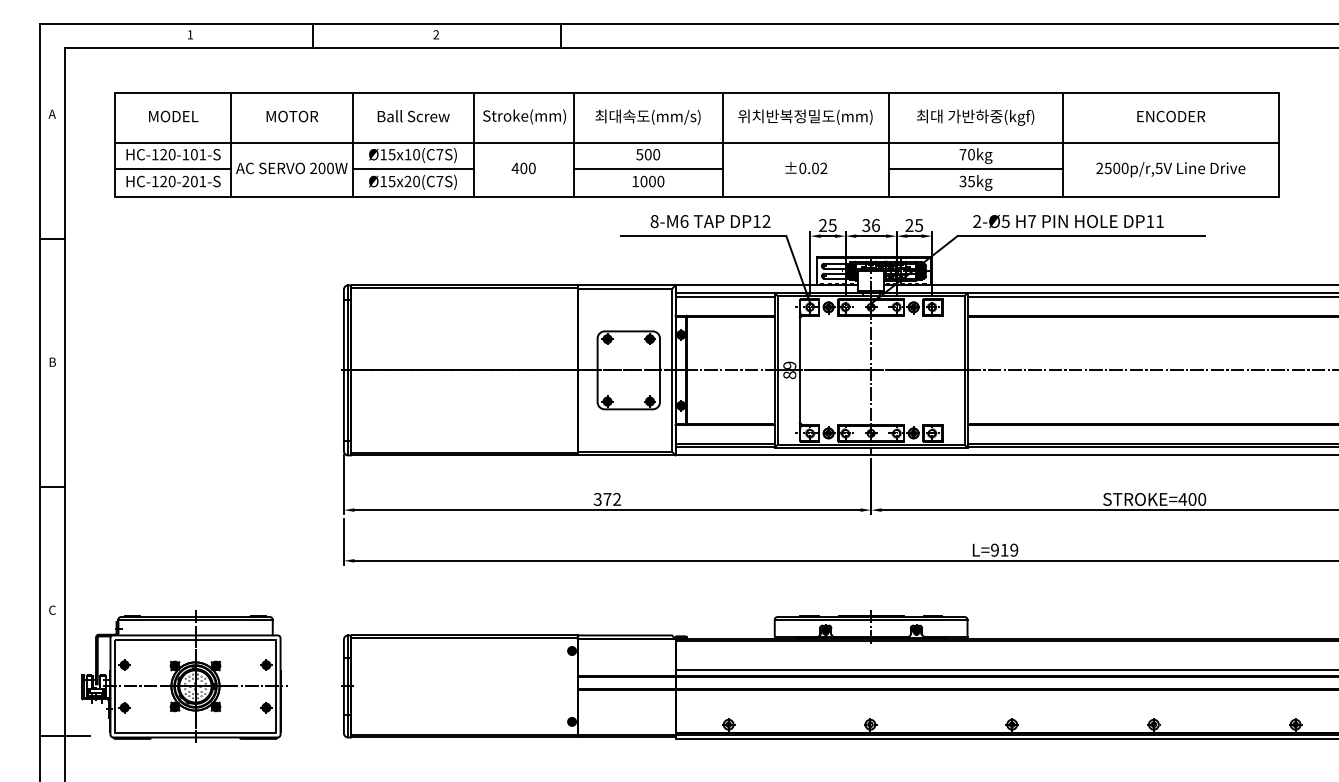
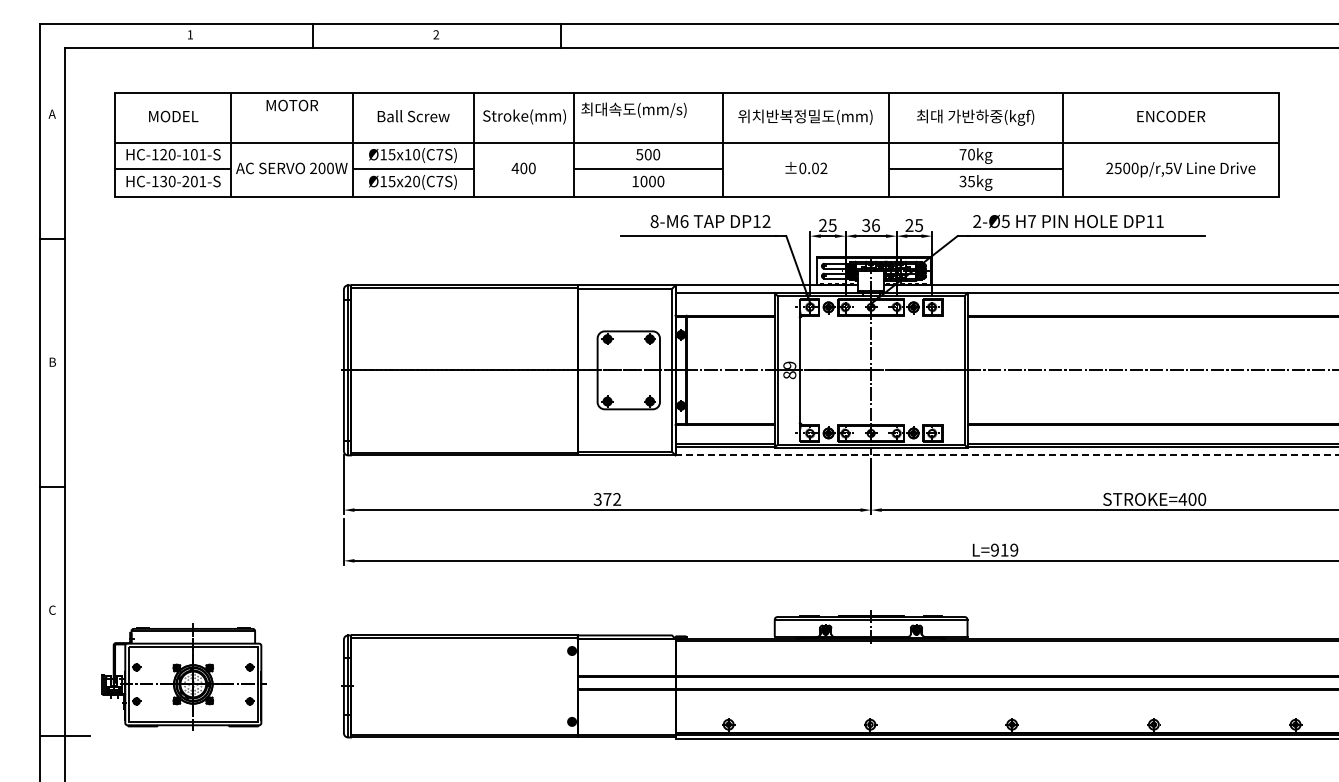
text at (291, 116) position: (291, 116) -> (291, 105)
text at (647, 116) position: (647, 116) -> (633, 109)
text at (1170, 169) position: (1170, 169) -> (1180, 169)
text at (163, 181): HC-120-201-S -> HC-130-201-S
line at (724, 297): present -> none
line at (1151, 297): present -> none
line at (1006, 455): solid -> dashed
line at (1005, 670): present -> none
part at (184, 676) size: 207x133 px -> 166x108 px
